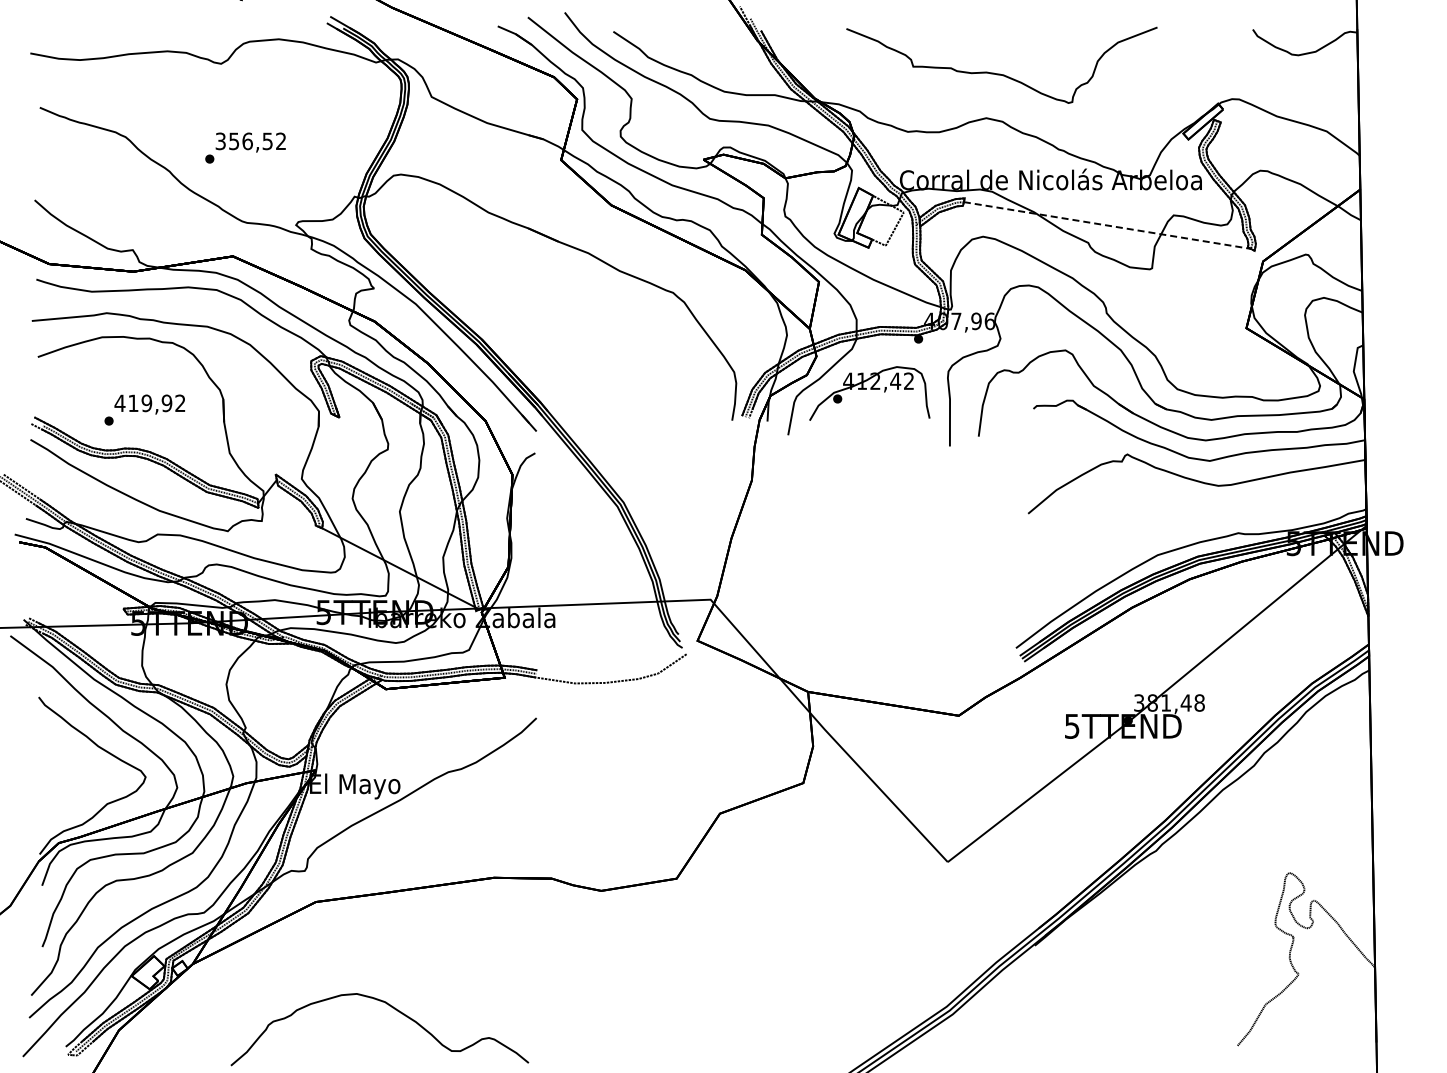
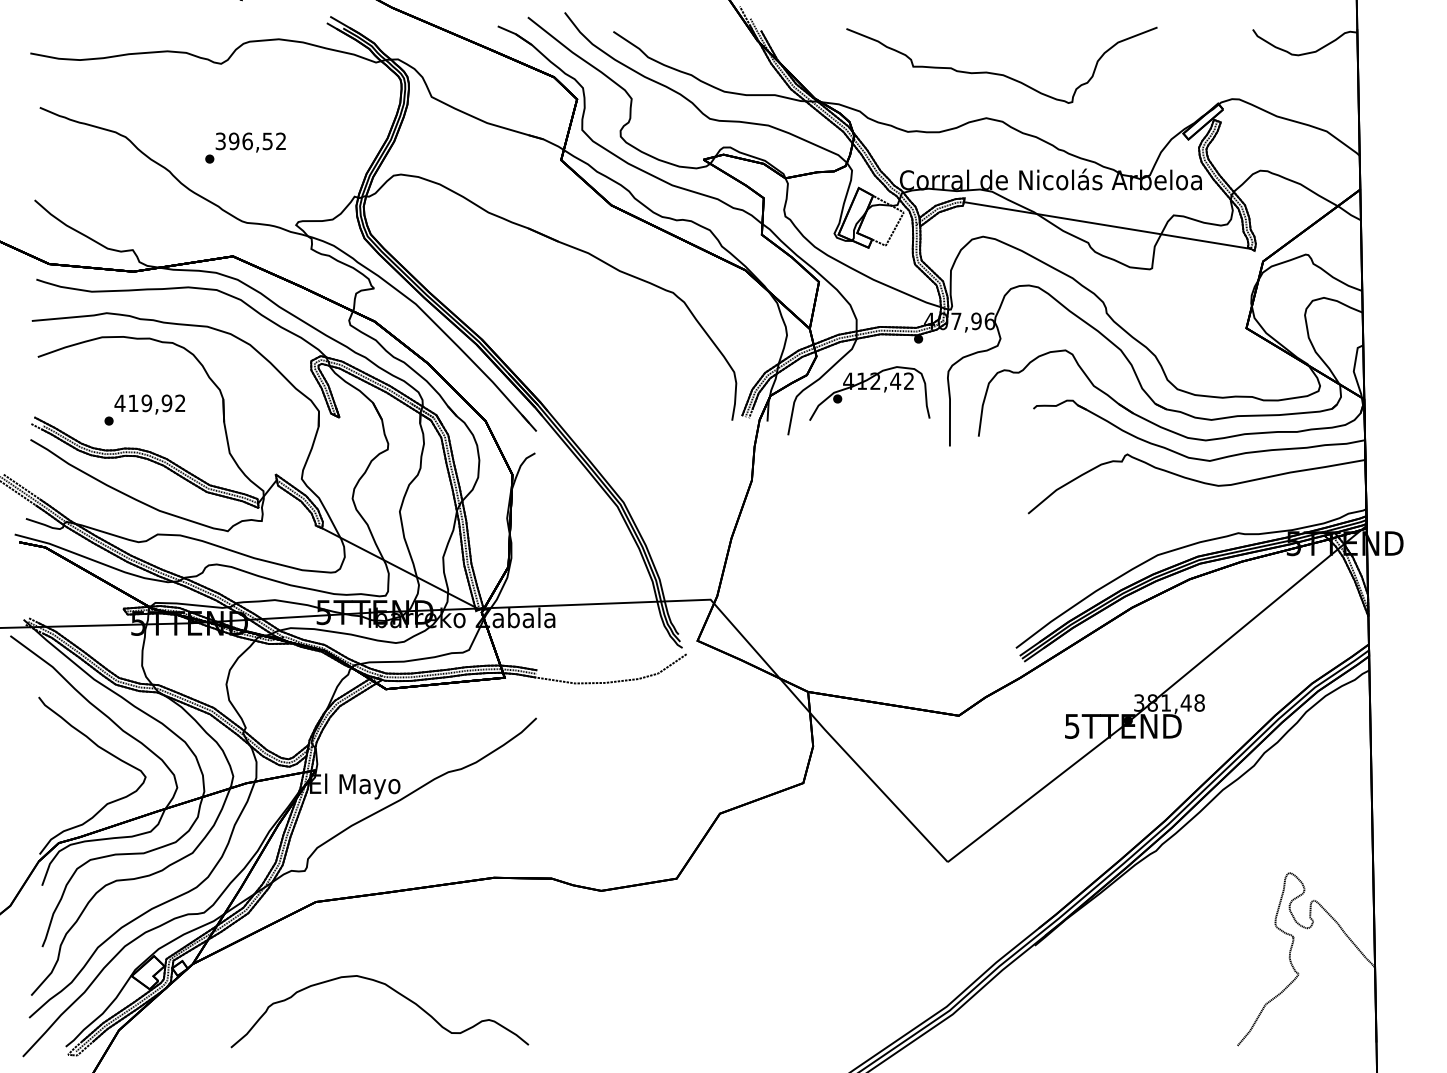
text at (233, 140): 356,52 -> 396,52
line at (1107, 225): dashed -> solid
part at (392, 1008) position: (392, 1008) -> (392, 990)
